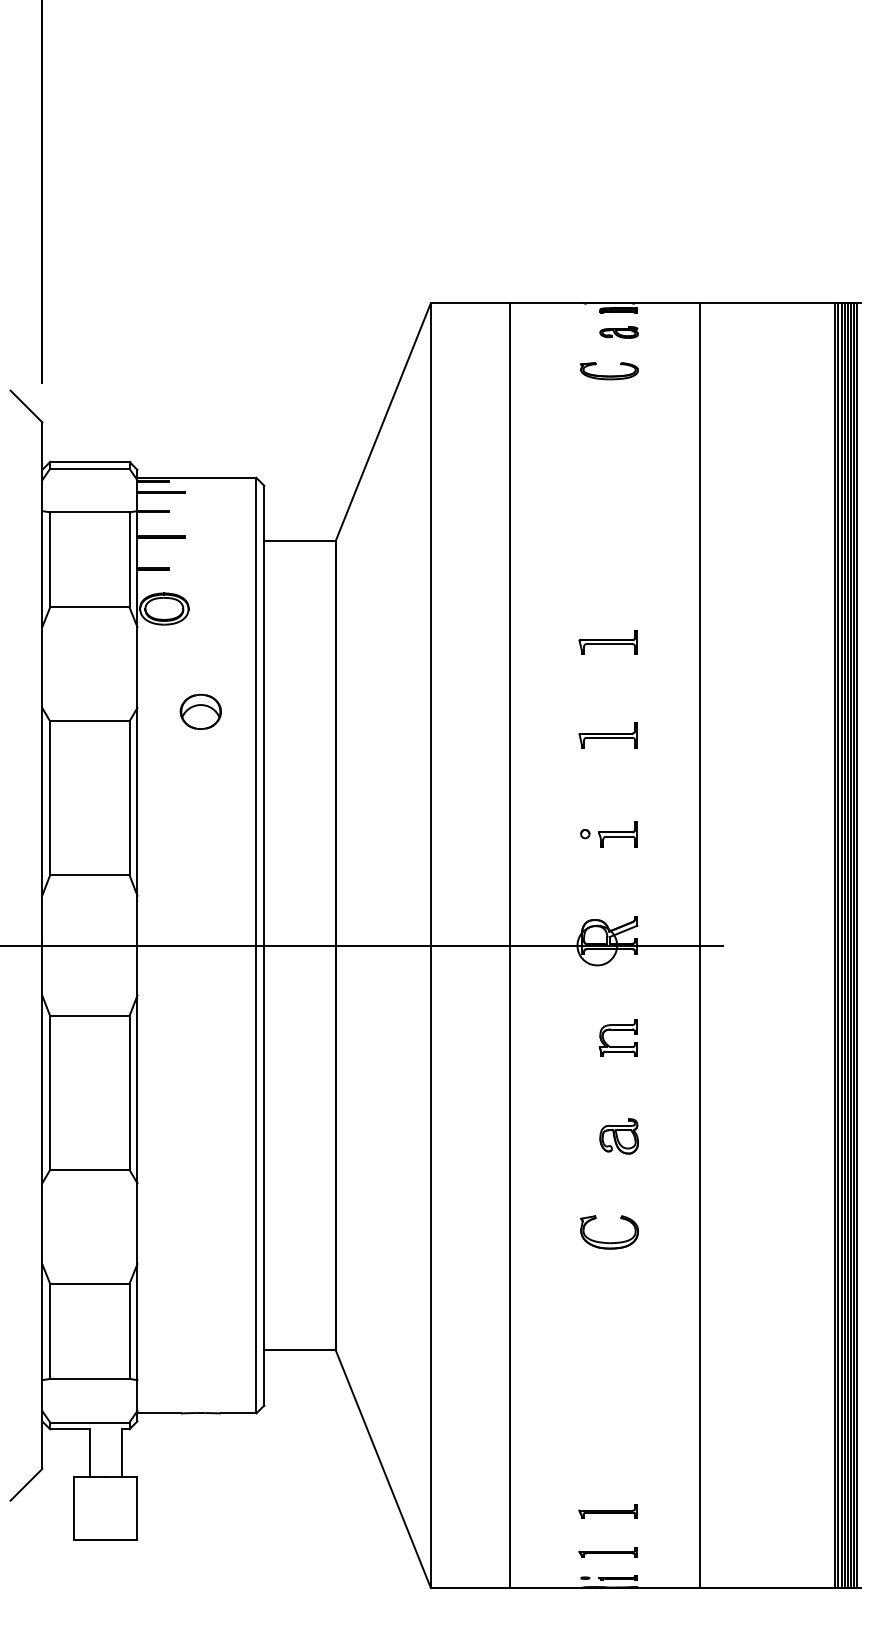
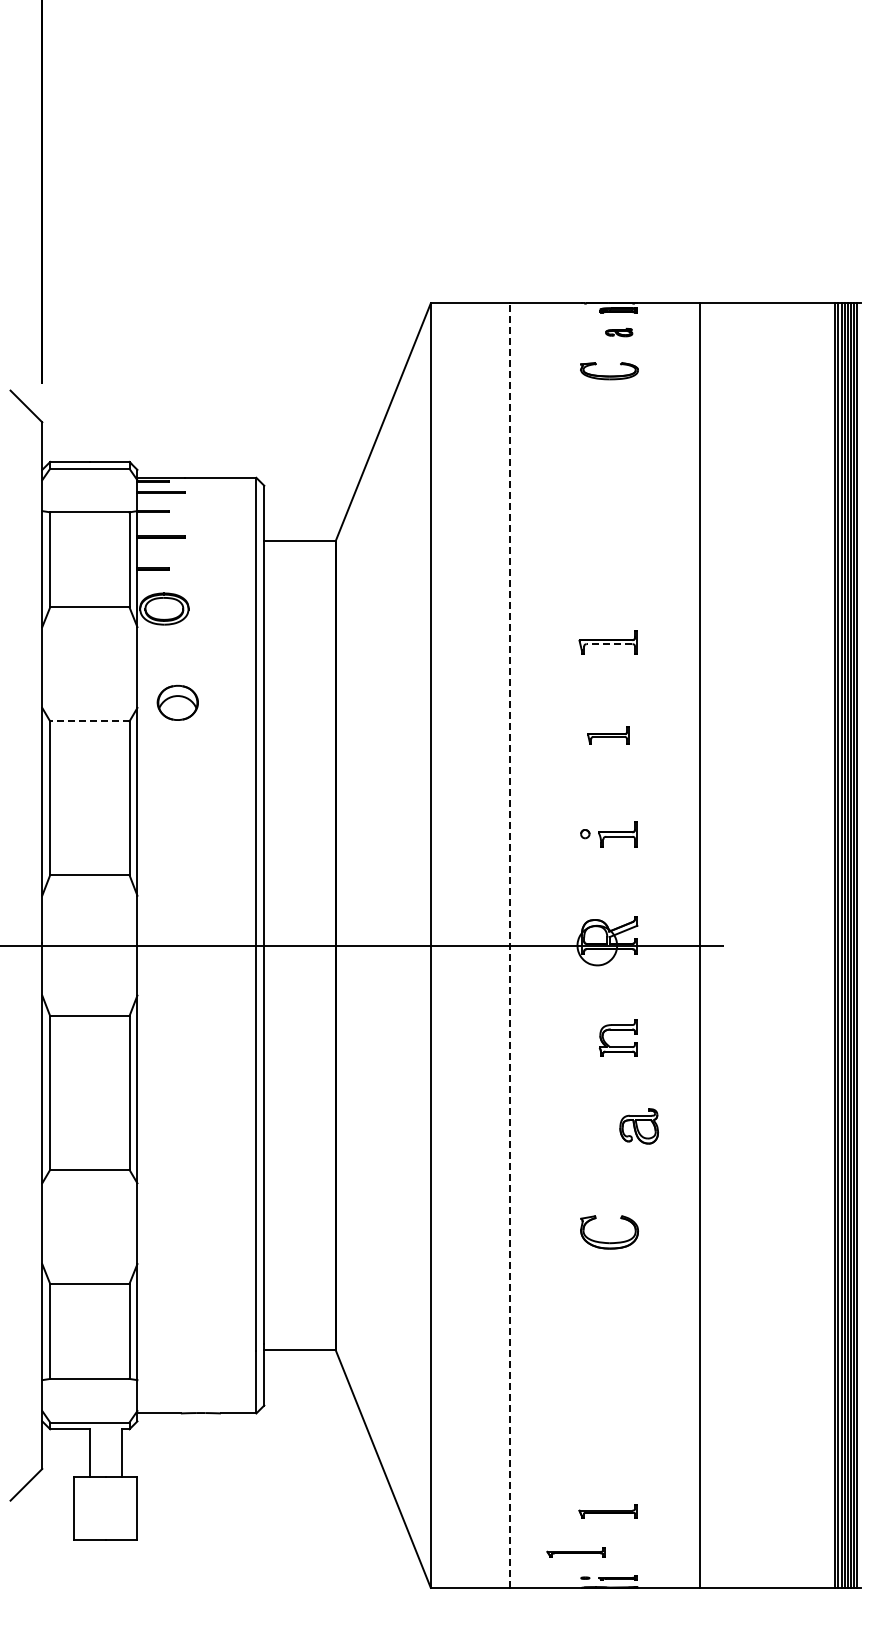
part at (618, 332) size: 40x13 px -> 29x11 px
line at (609, 644): solid -> dashed
part at (200, 711) position: (200, 711) -> (177, 702)
line at (89, 721): solid -> dashed
part at (607, 735) size: 60x27 px -> 43x19 px
line at (510, 945): solid -> dashed
part at (619, 1136) position: (619, 1136) -> (639, 1126)
part at (607, 1552) position: (607, 1552) -> (575, 1552)
